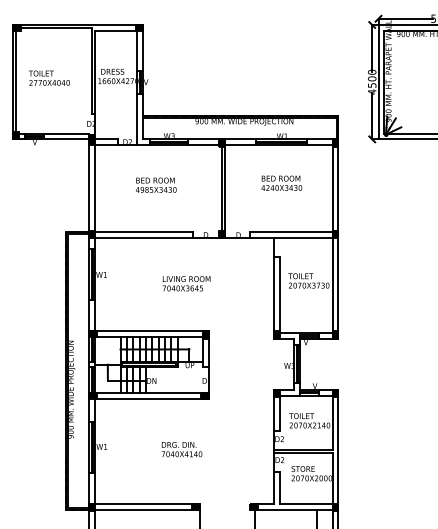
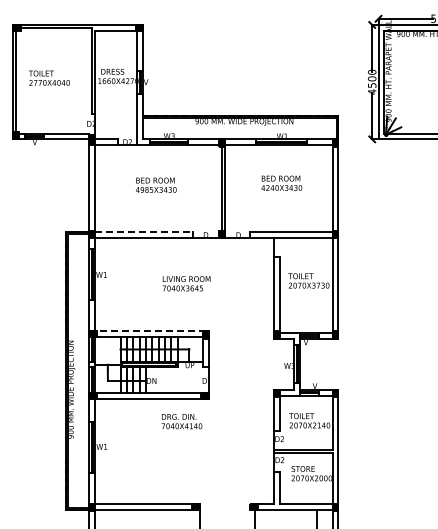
line at (144, 232): solid -> dashed
line at (149, 330): solid -> dashed
text at (181, 449) position: (181, 449) -> (181, 421)
